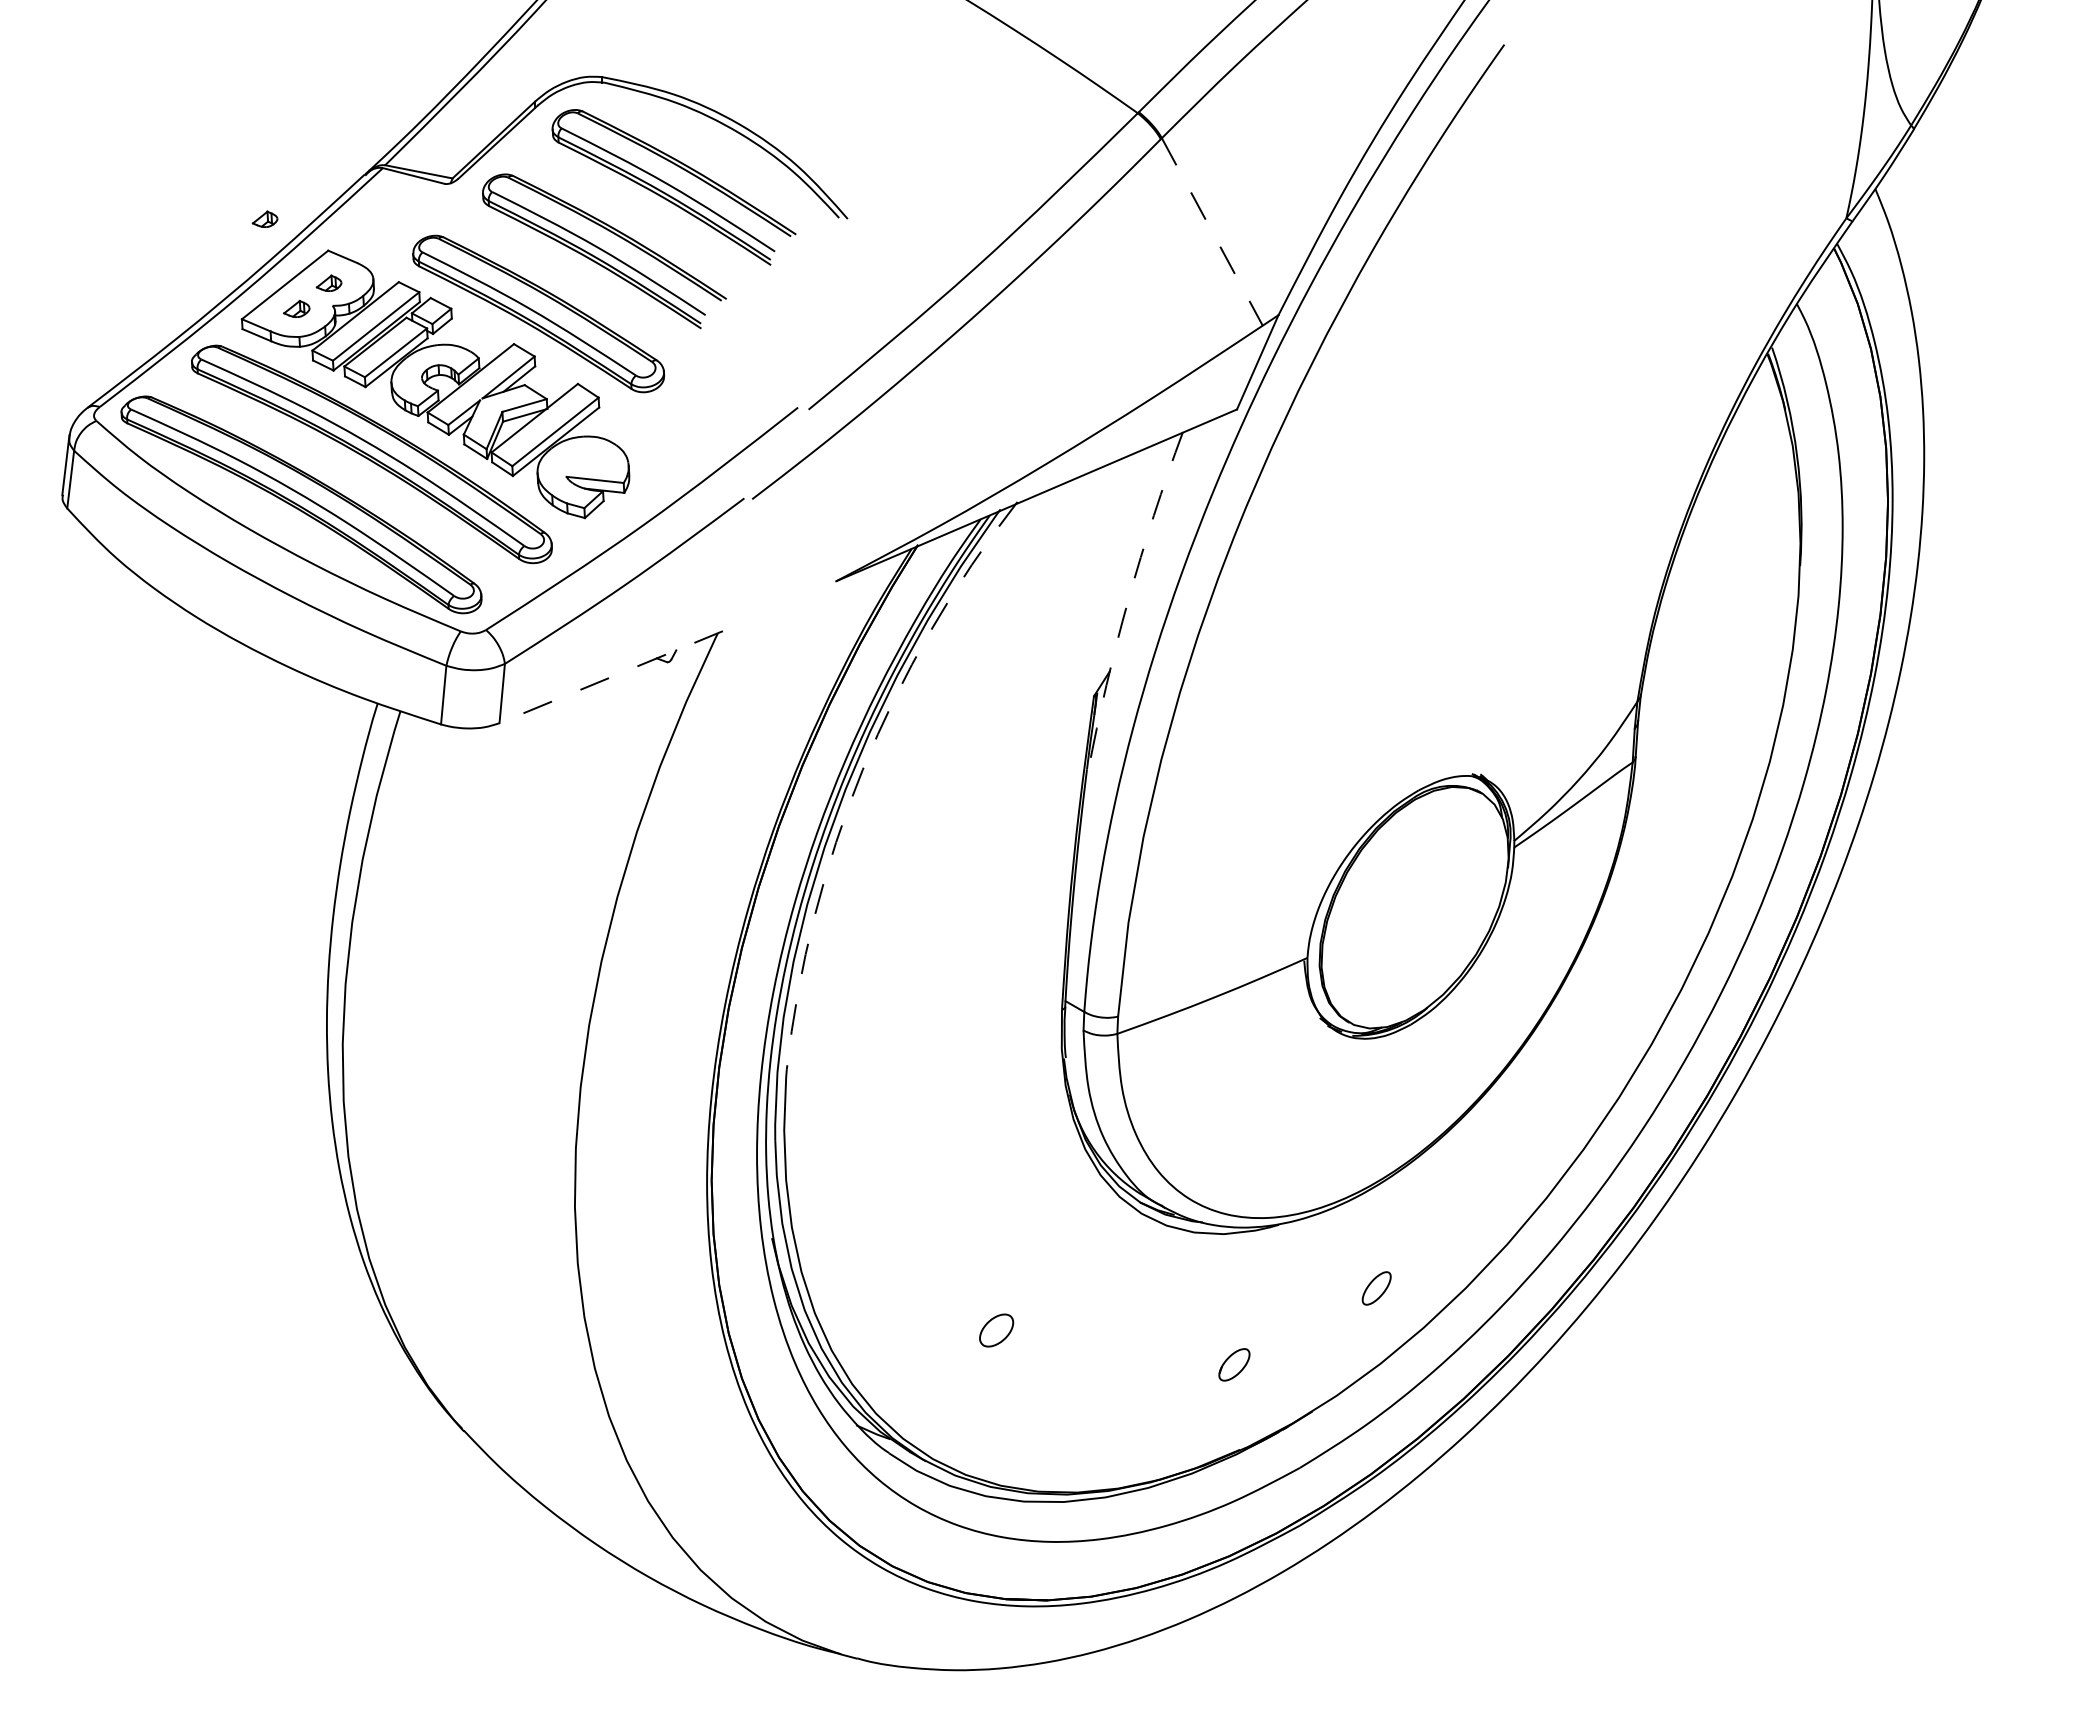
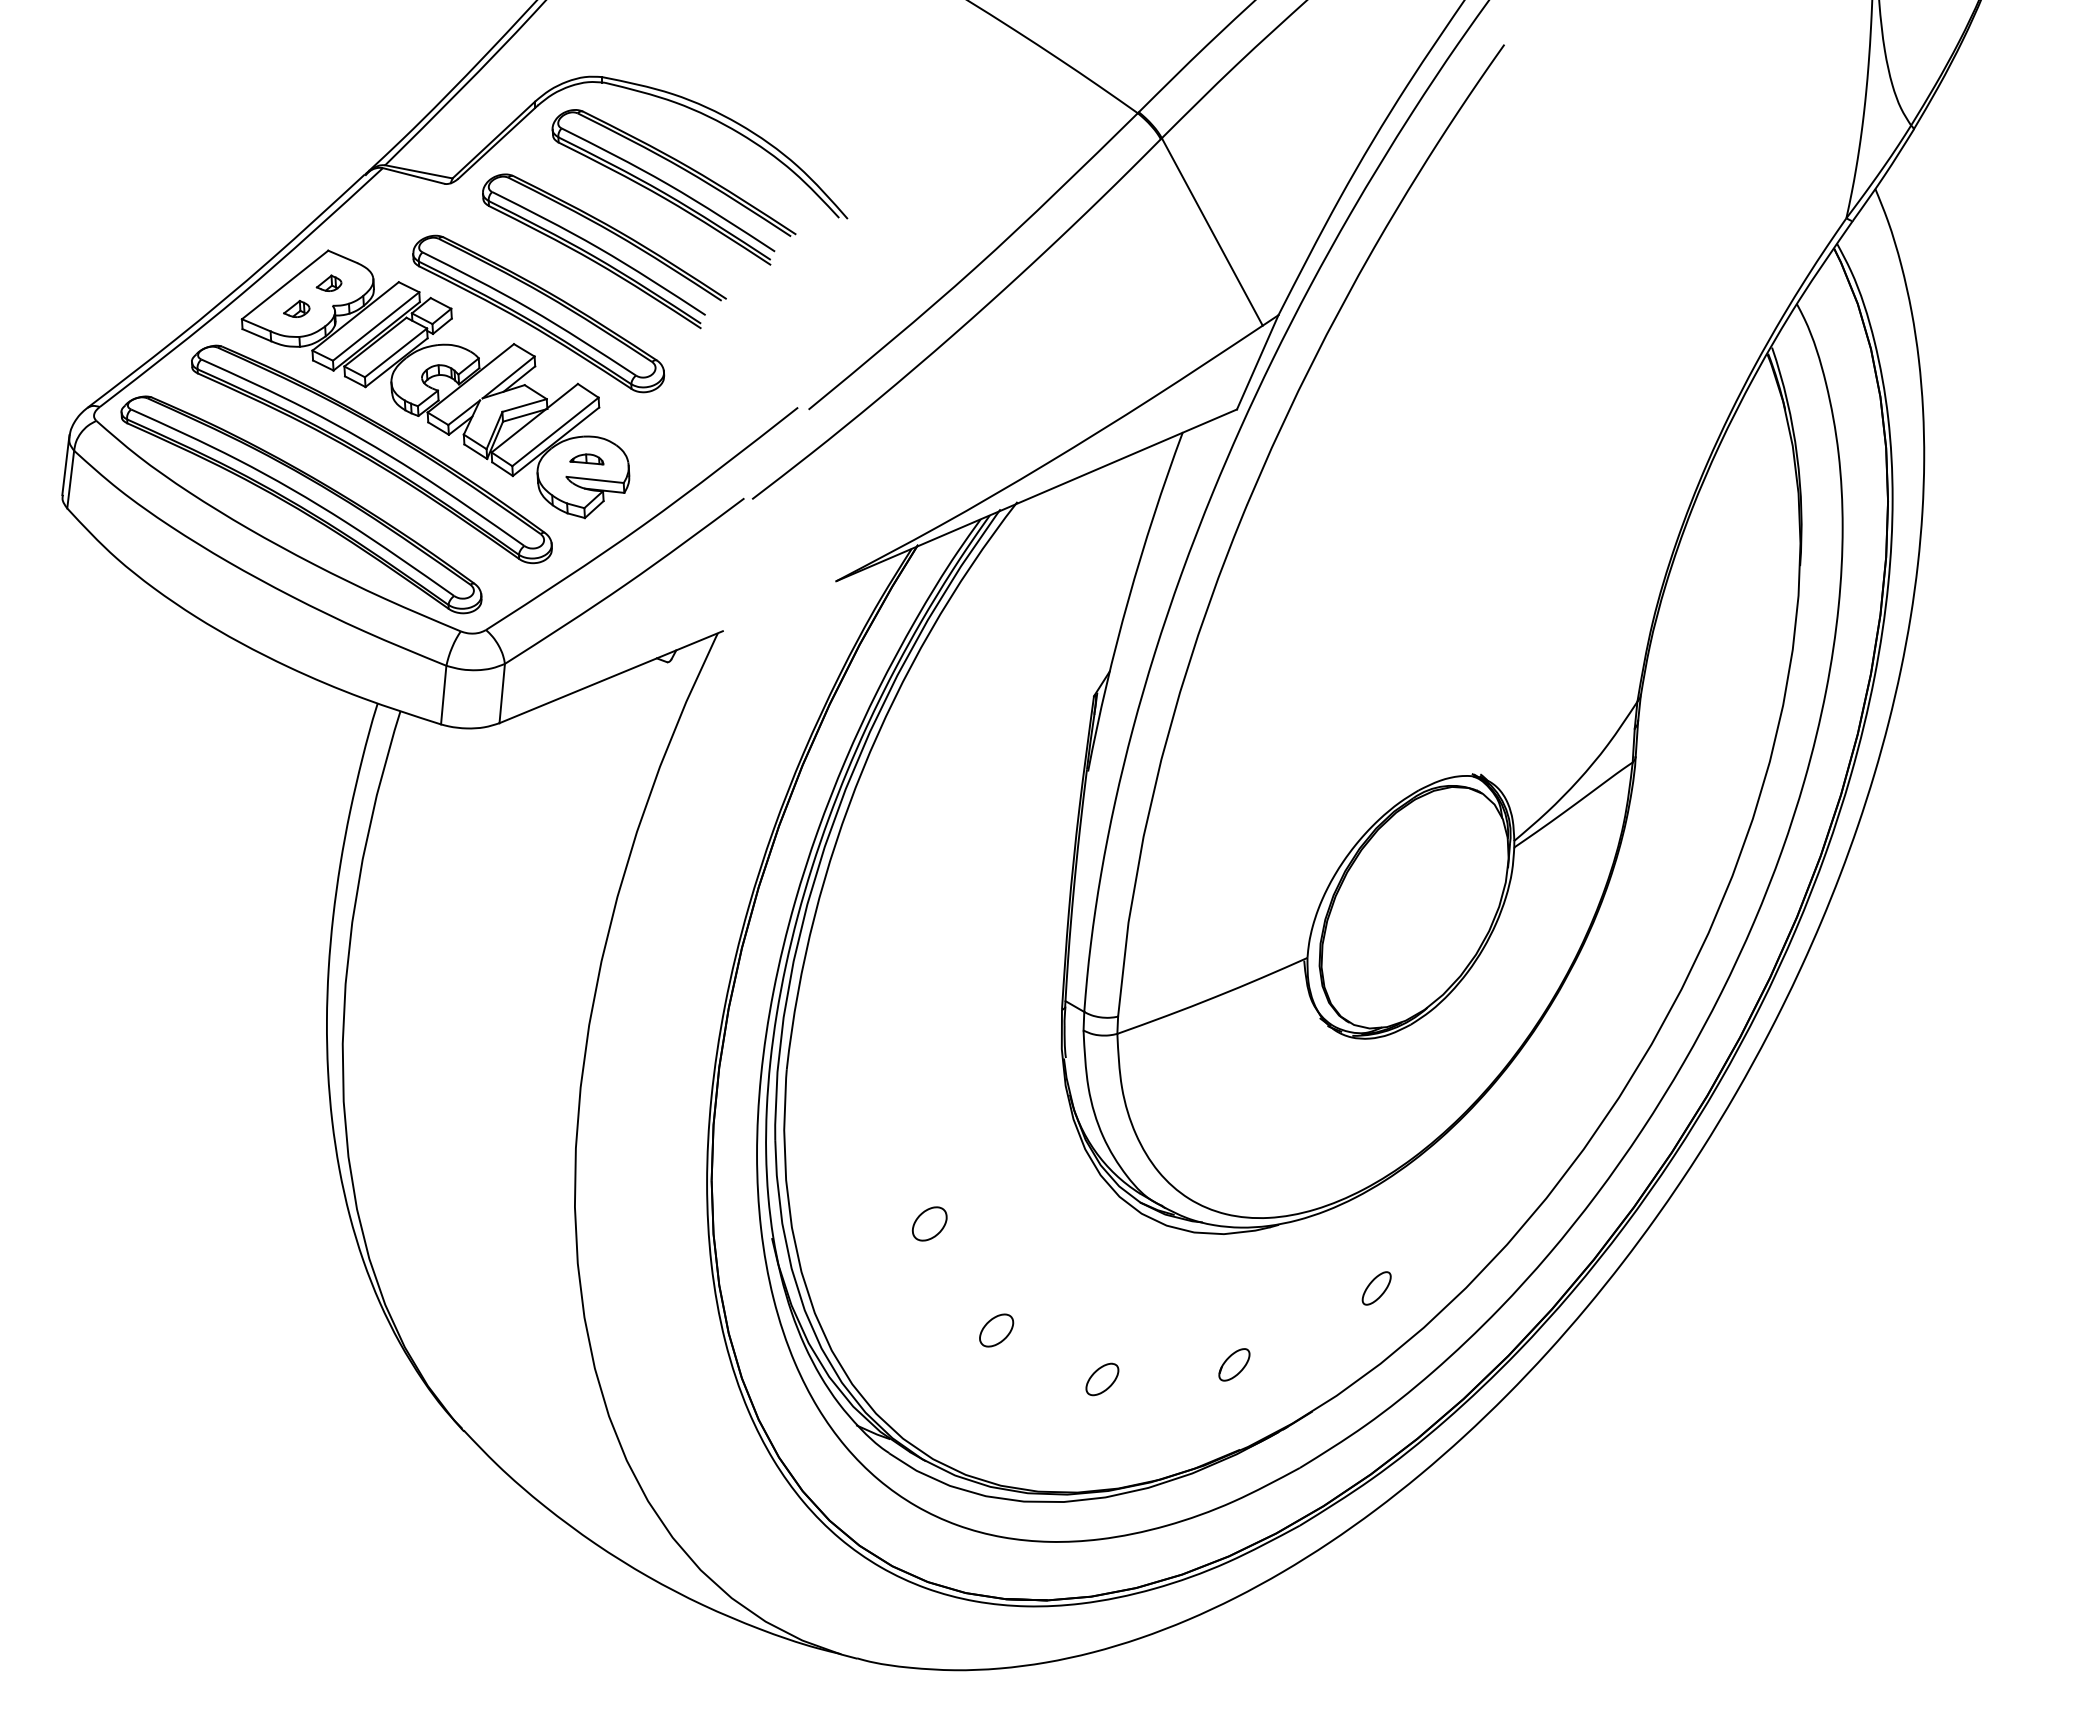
part at (264, 218): present -> none
line at (1212, 232): dashed -> solid
part at (586, 459): none -> present
arc at (1128, 599): dashed -> solid
line at (611, 677): dashed -> solid
arc at (862, 769): dashed -> solid
part at (929, 1223): none -> present
part at (1102, 1379): none -> present
